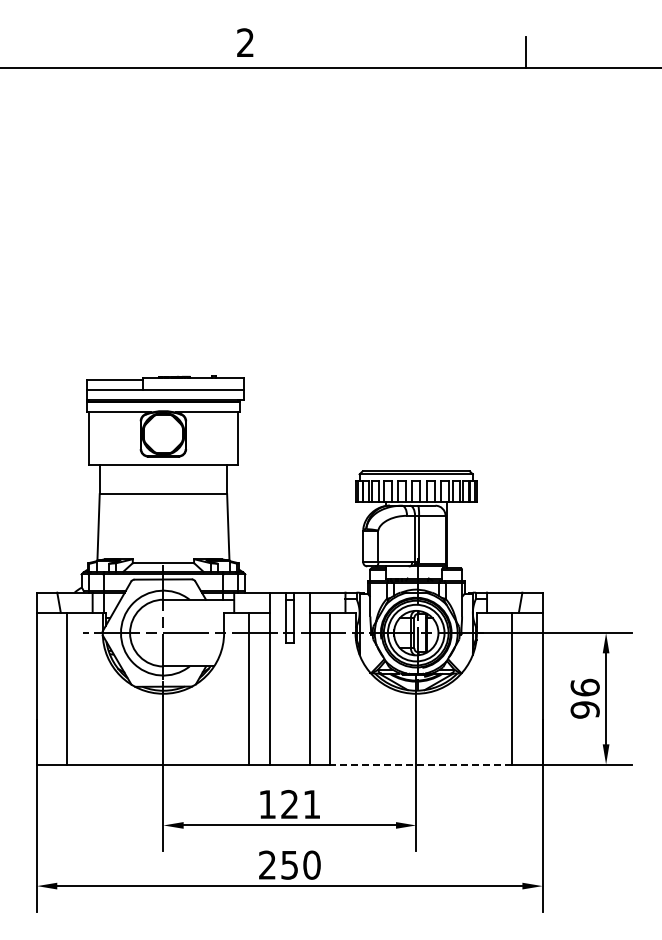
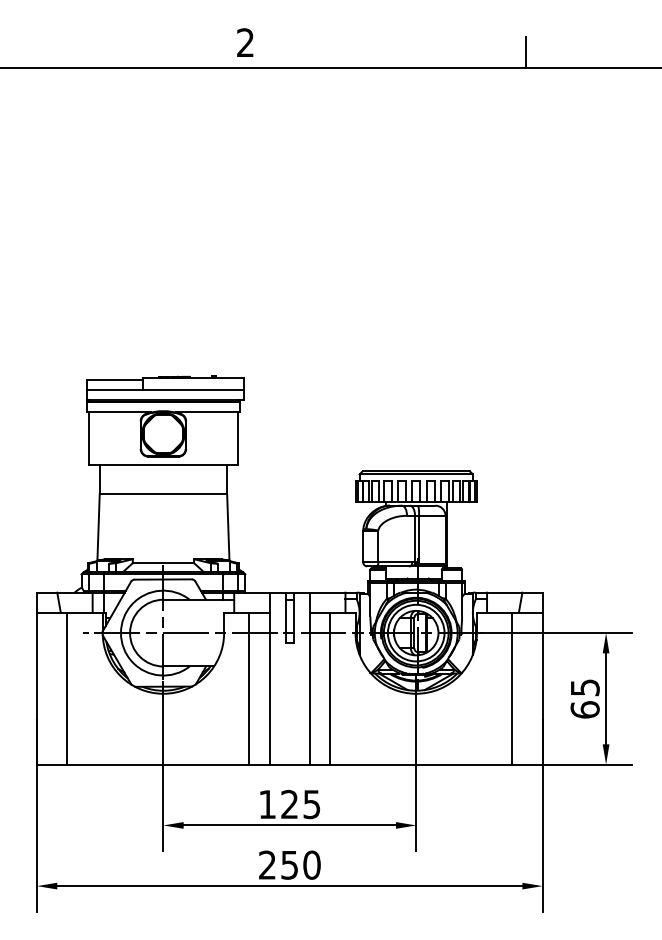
text at (584, 698): 96 -> 65
line at (420, 764): dashed -> solid
text at (311, 804): 121 -> 125
